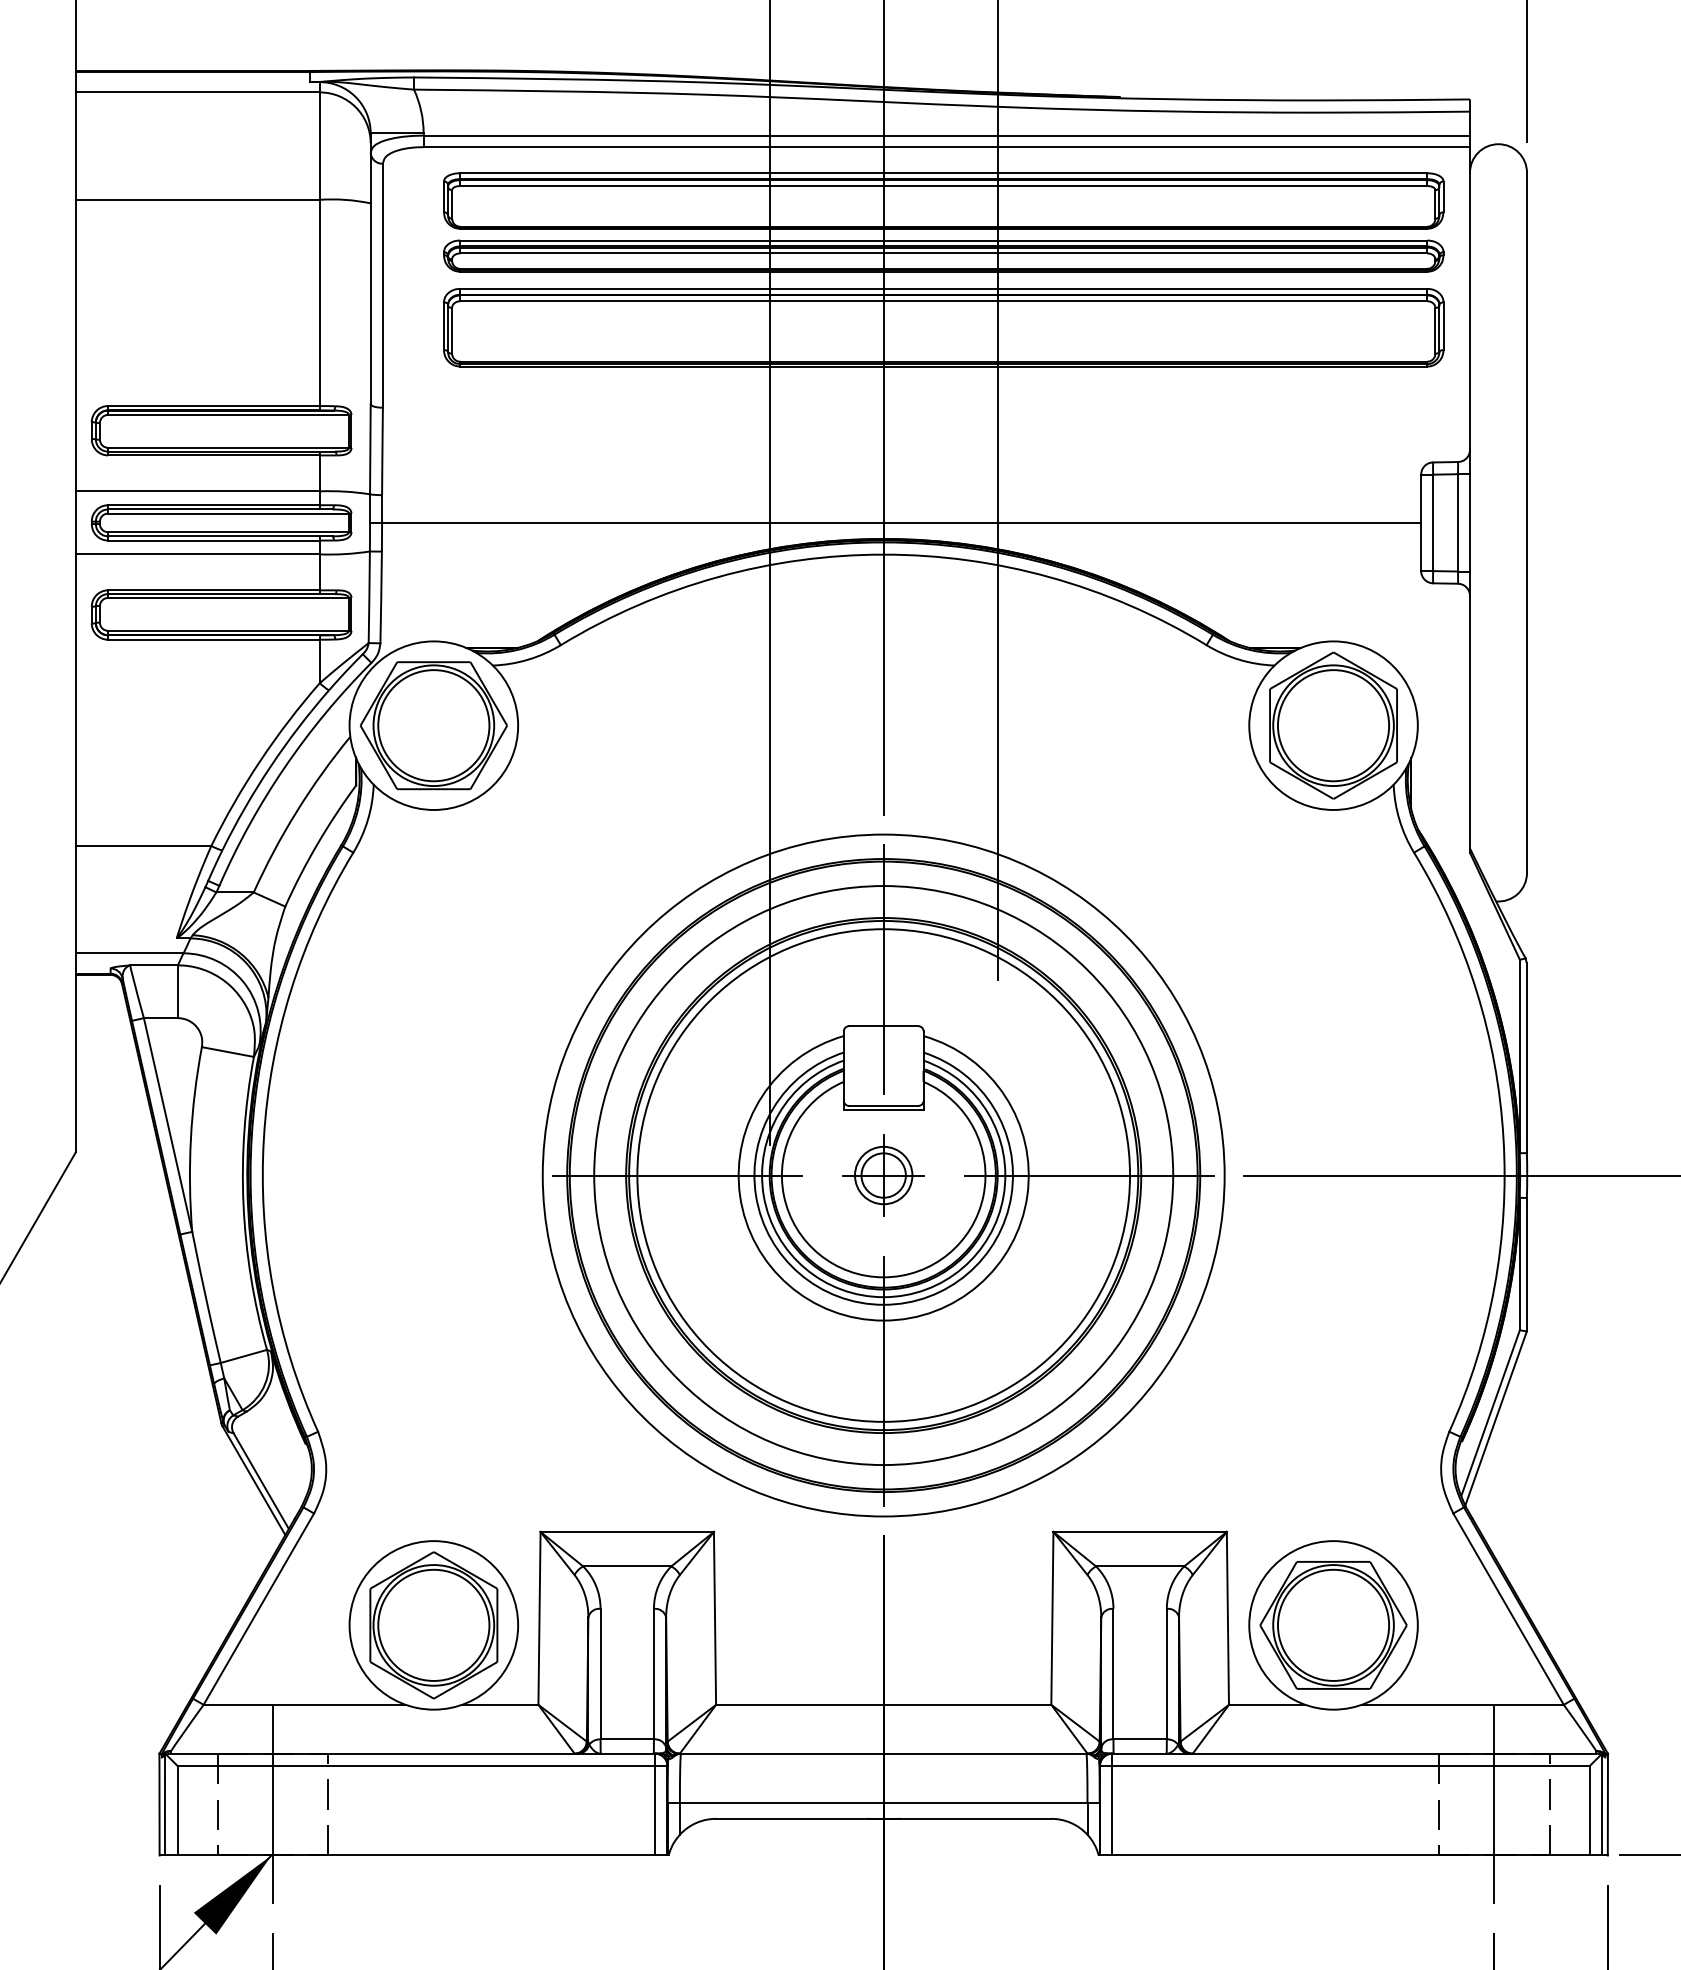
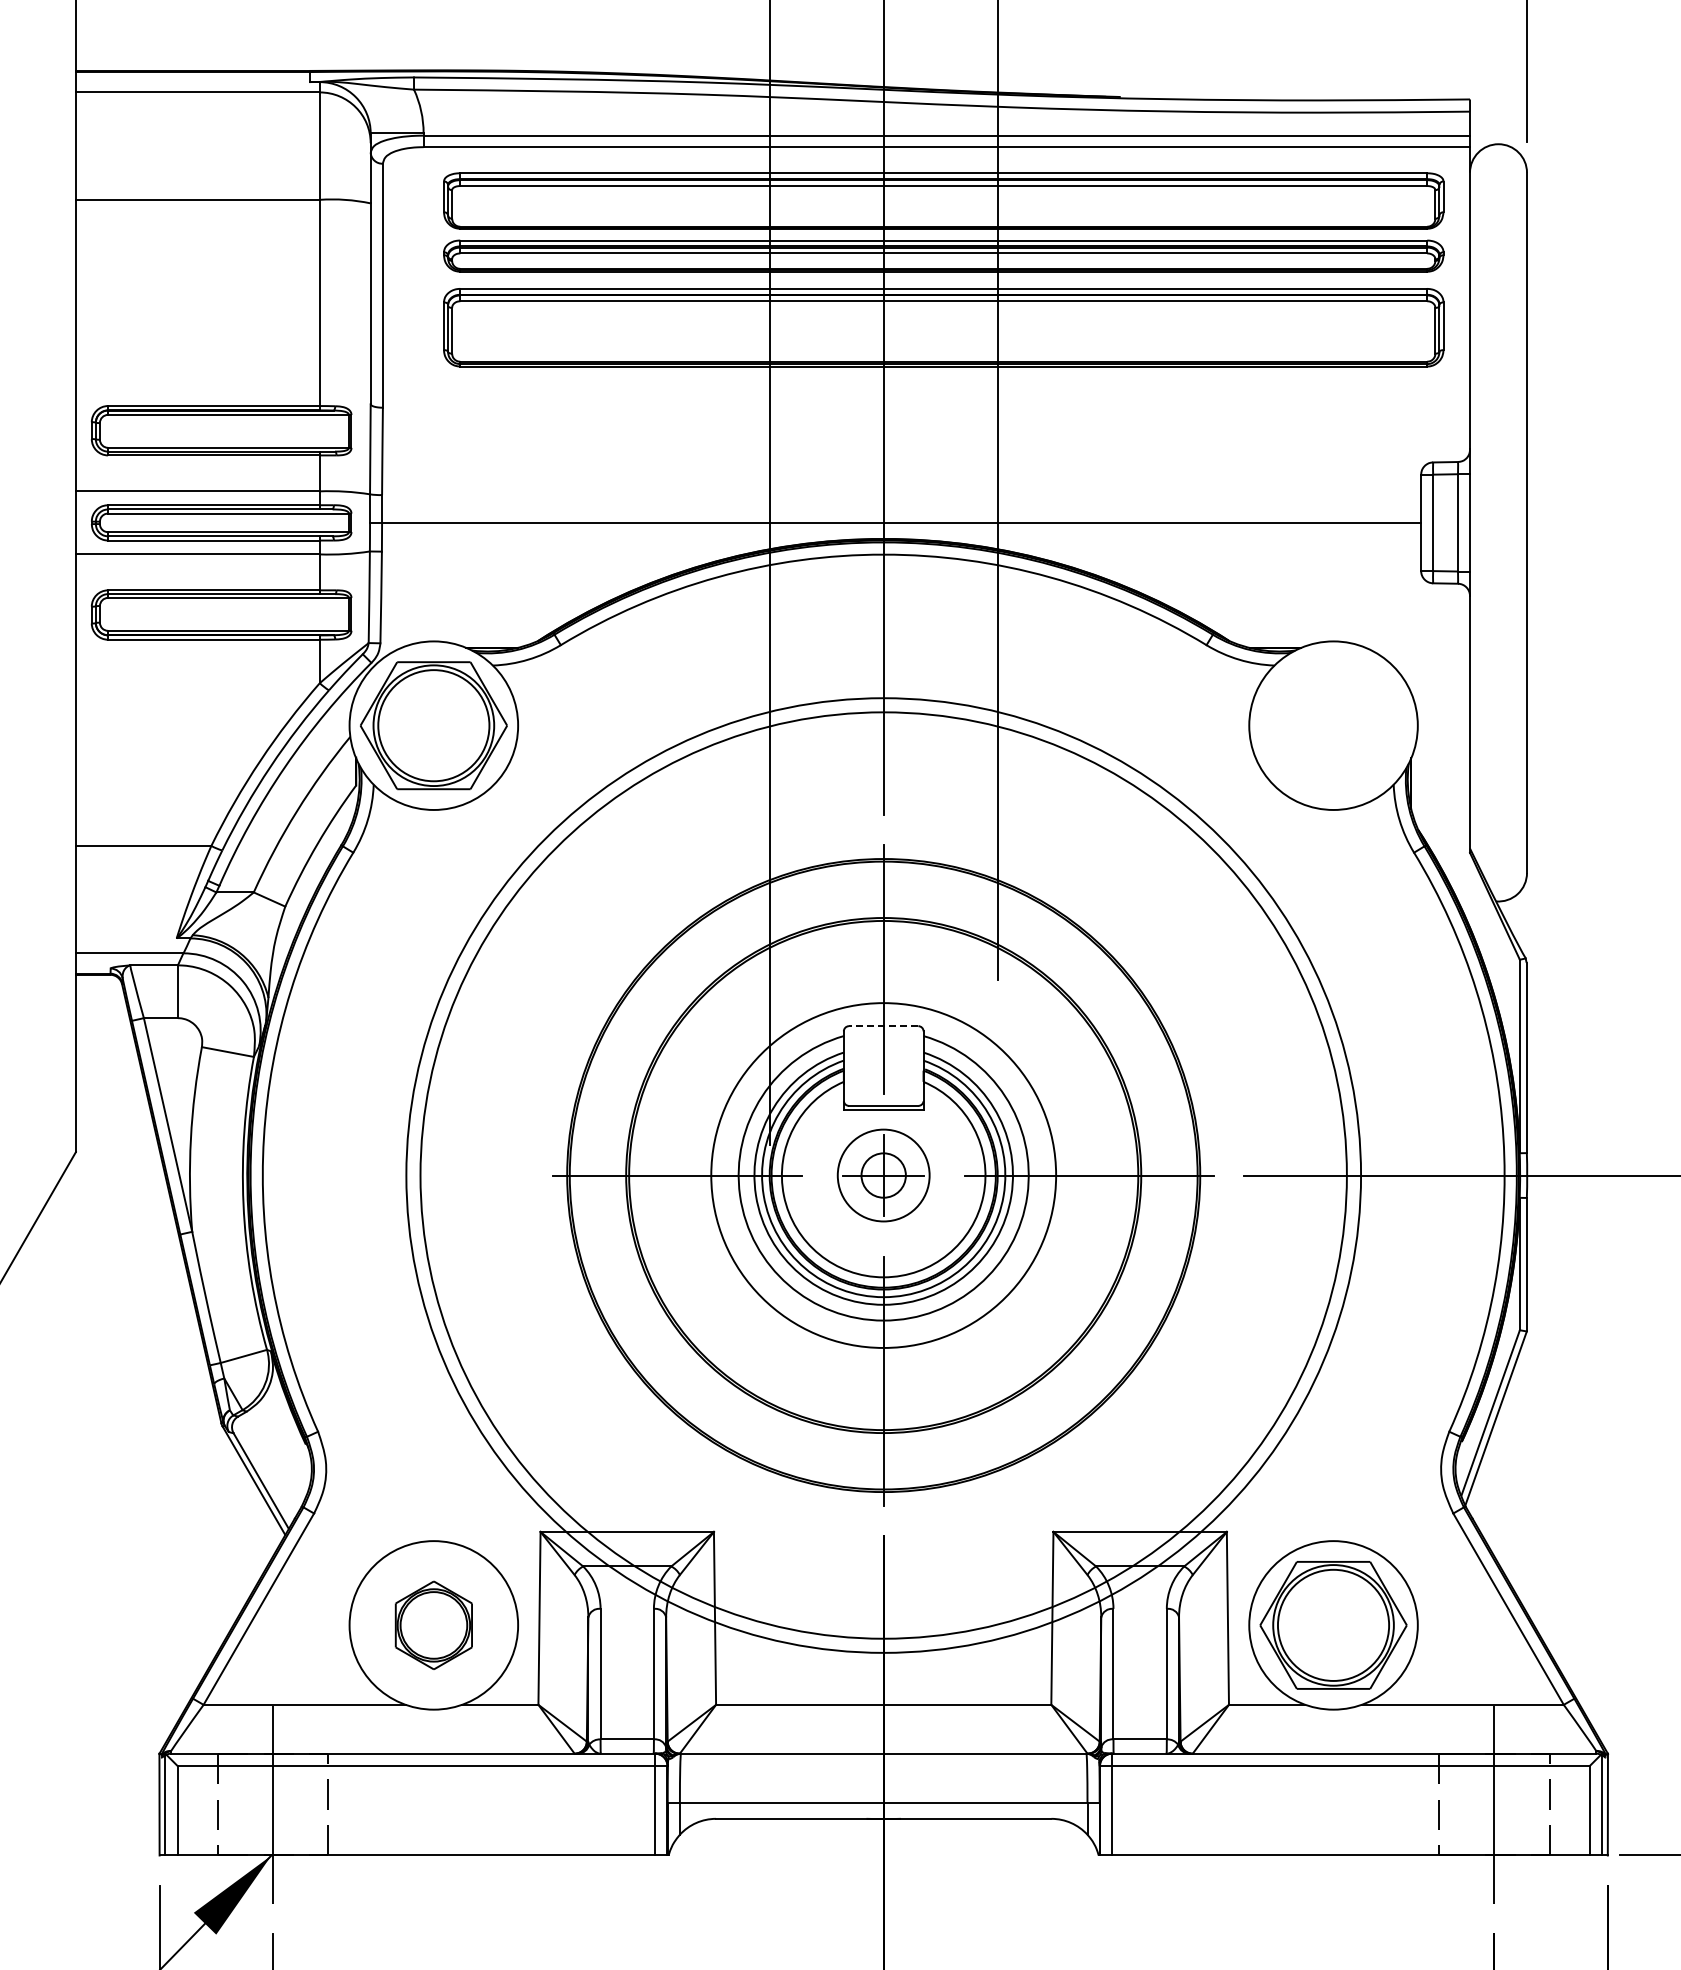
part at (1333, 725): present -> none
line at (883, 1026): solid -> dashed
circle at (883, 1175) diameter: 493 px -> 345 px
circle at (883, 1175) diameter: 57 px -> 92 px
circle at (883, 1175) diameter: 579 px -> 926 px
circle at (883, 1175) diameter: 682 px -> 955 px
part at (433, 1625) size: 130x149 px -> 79x90 px
